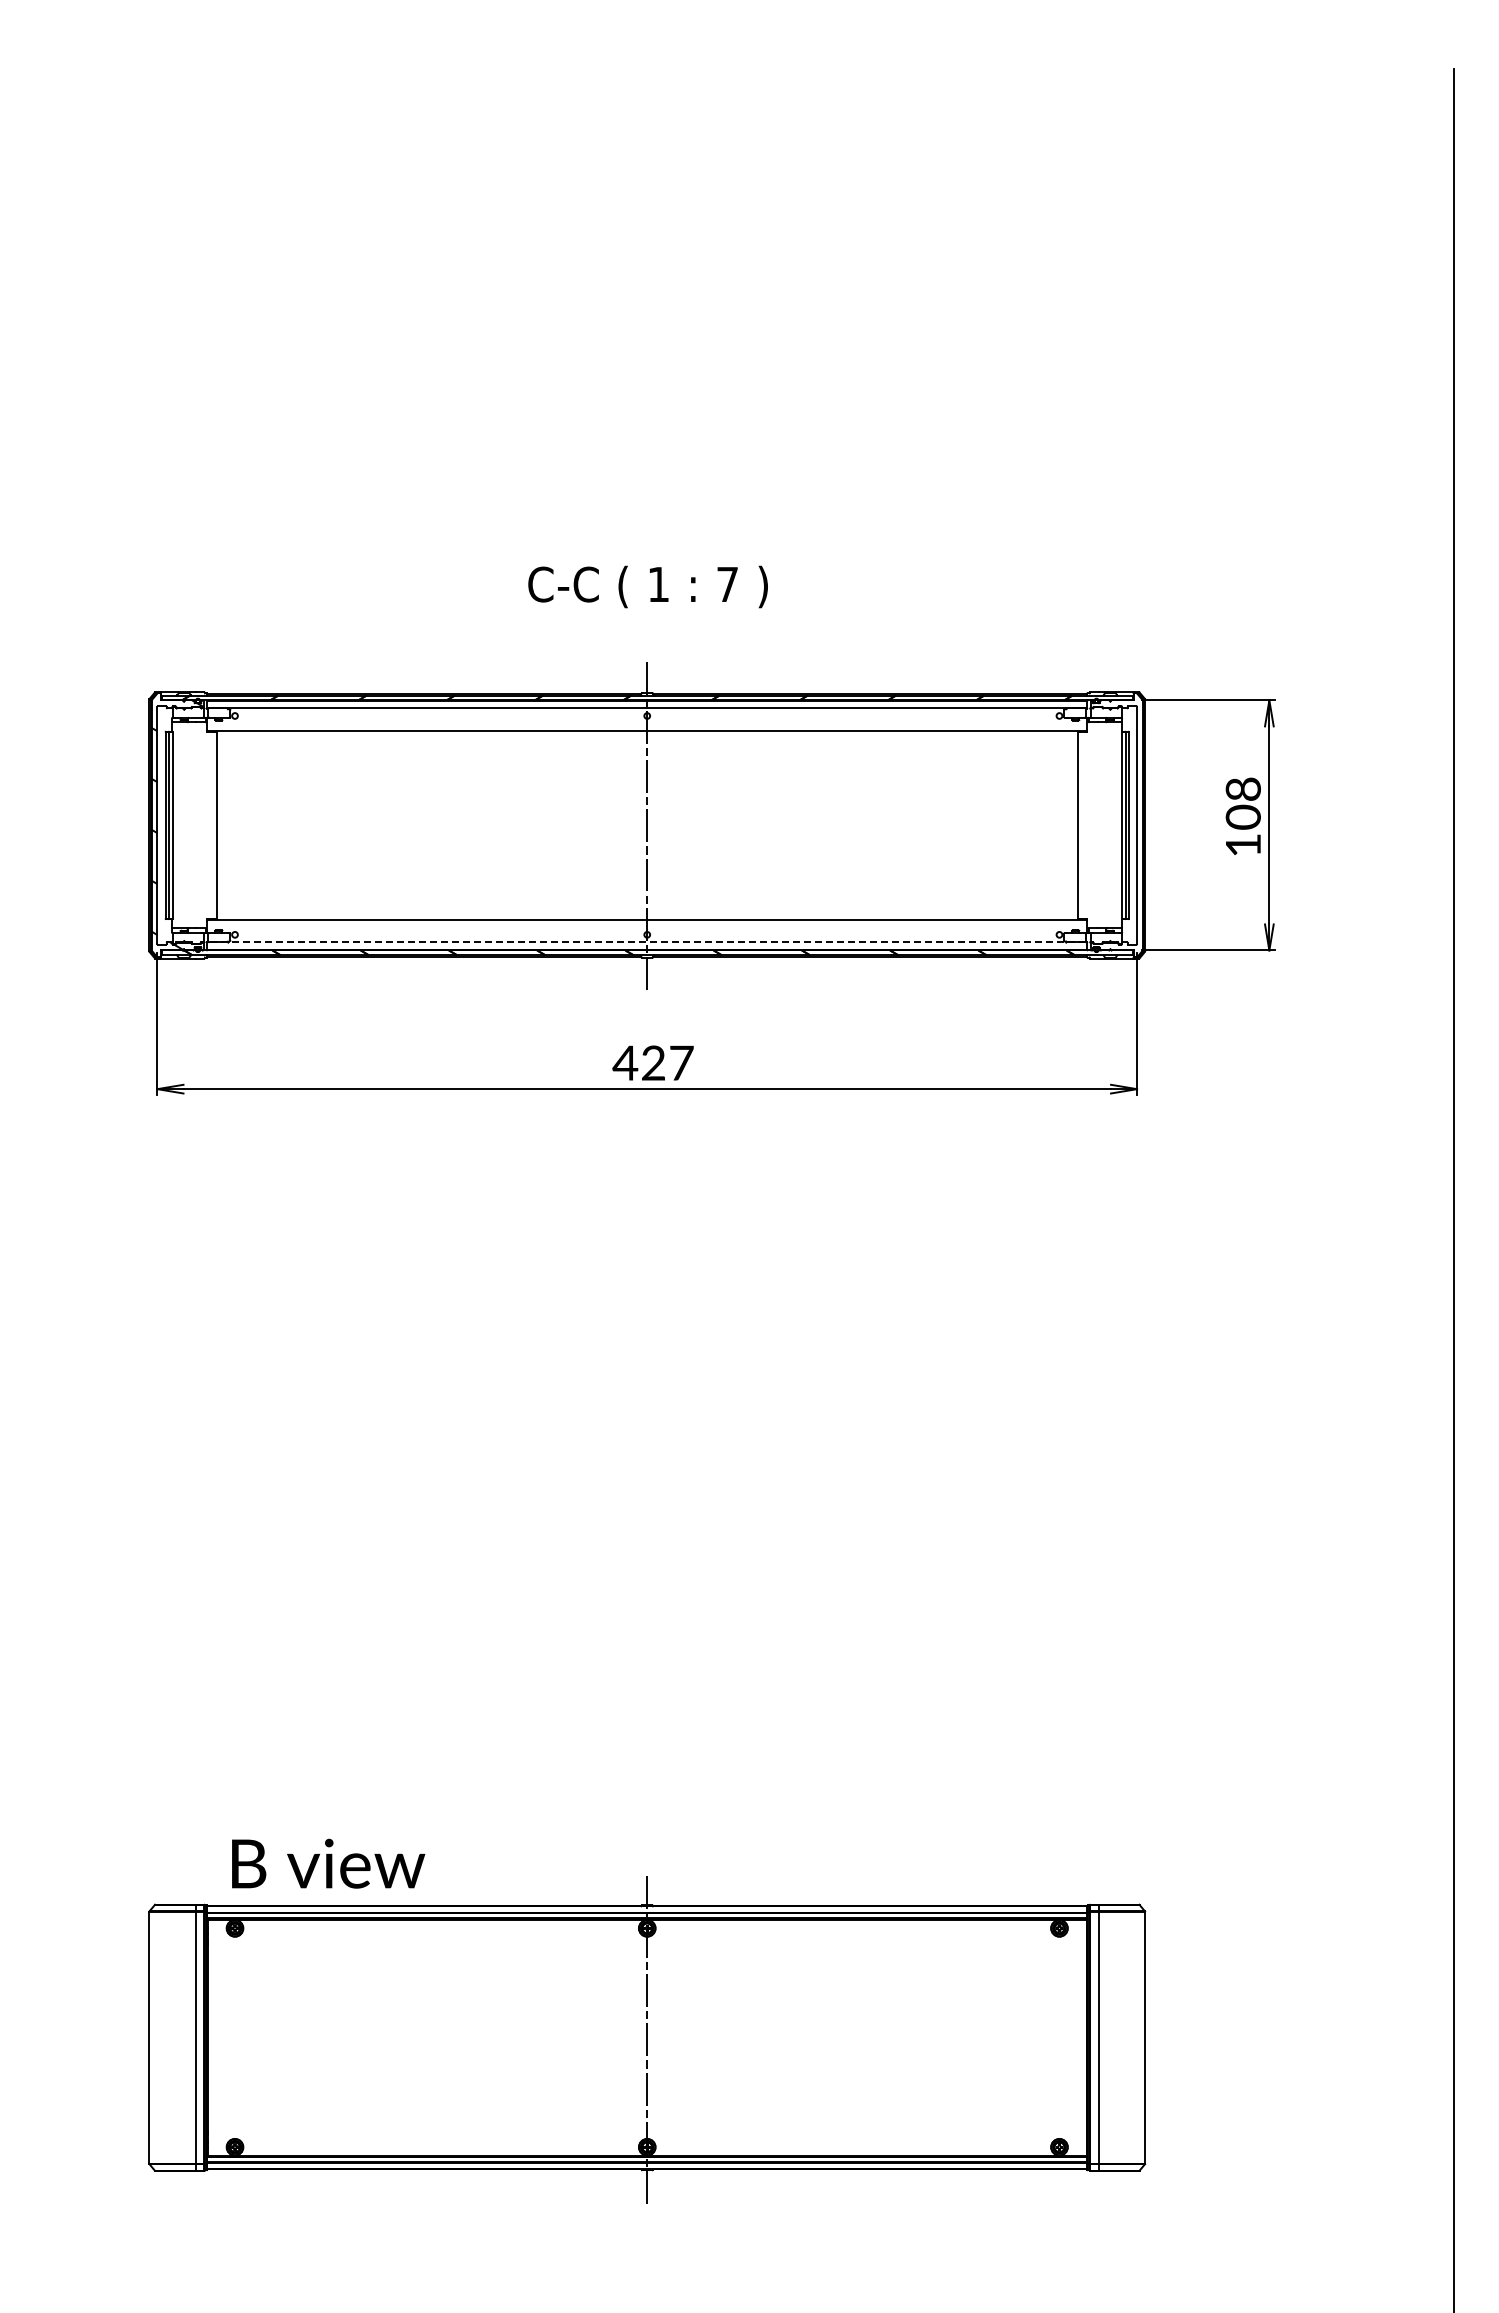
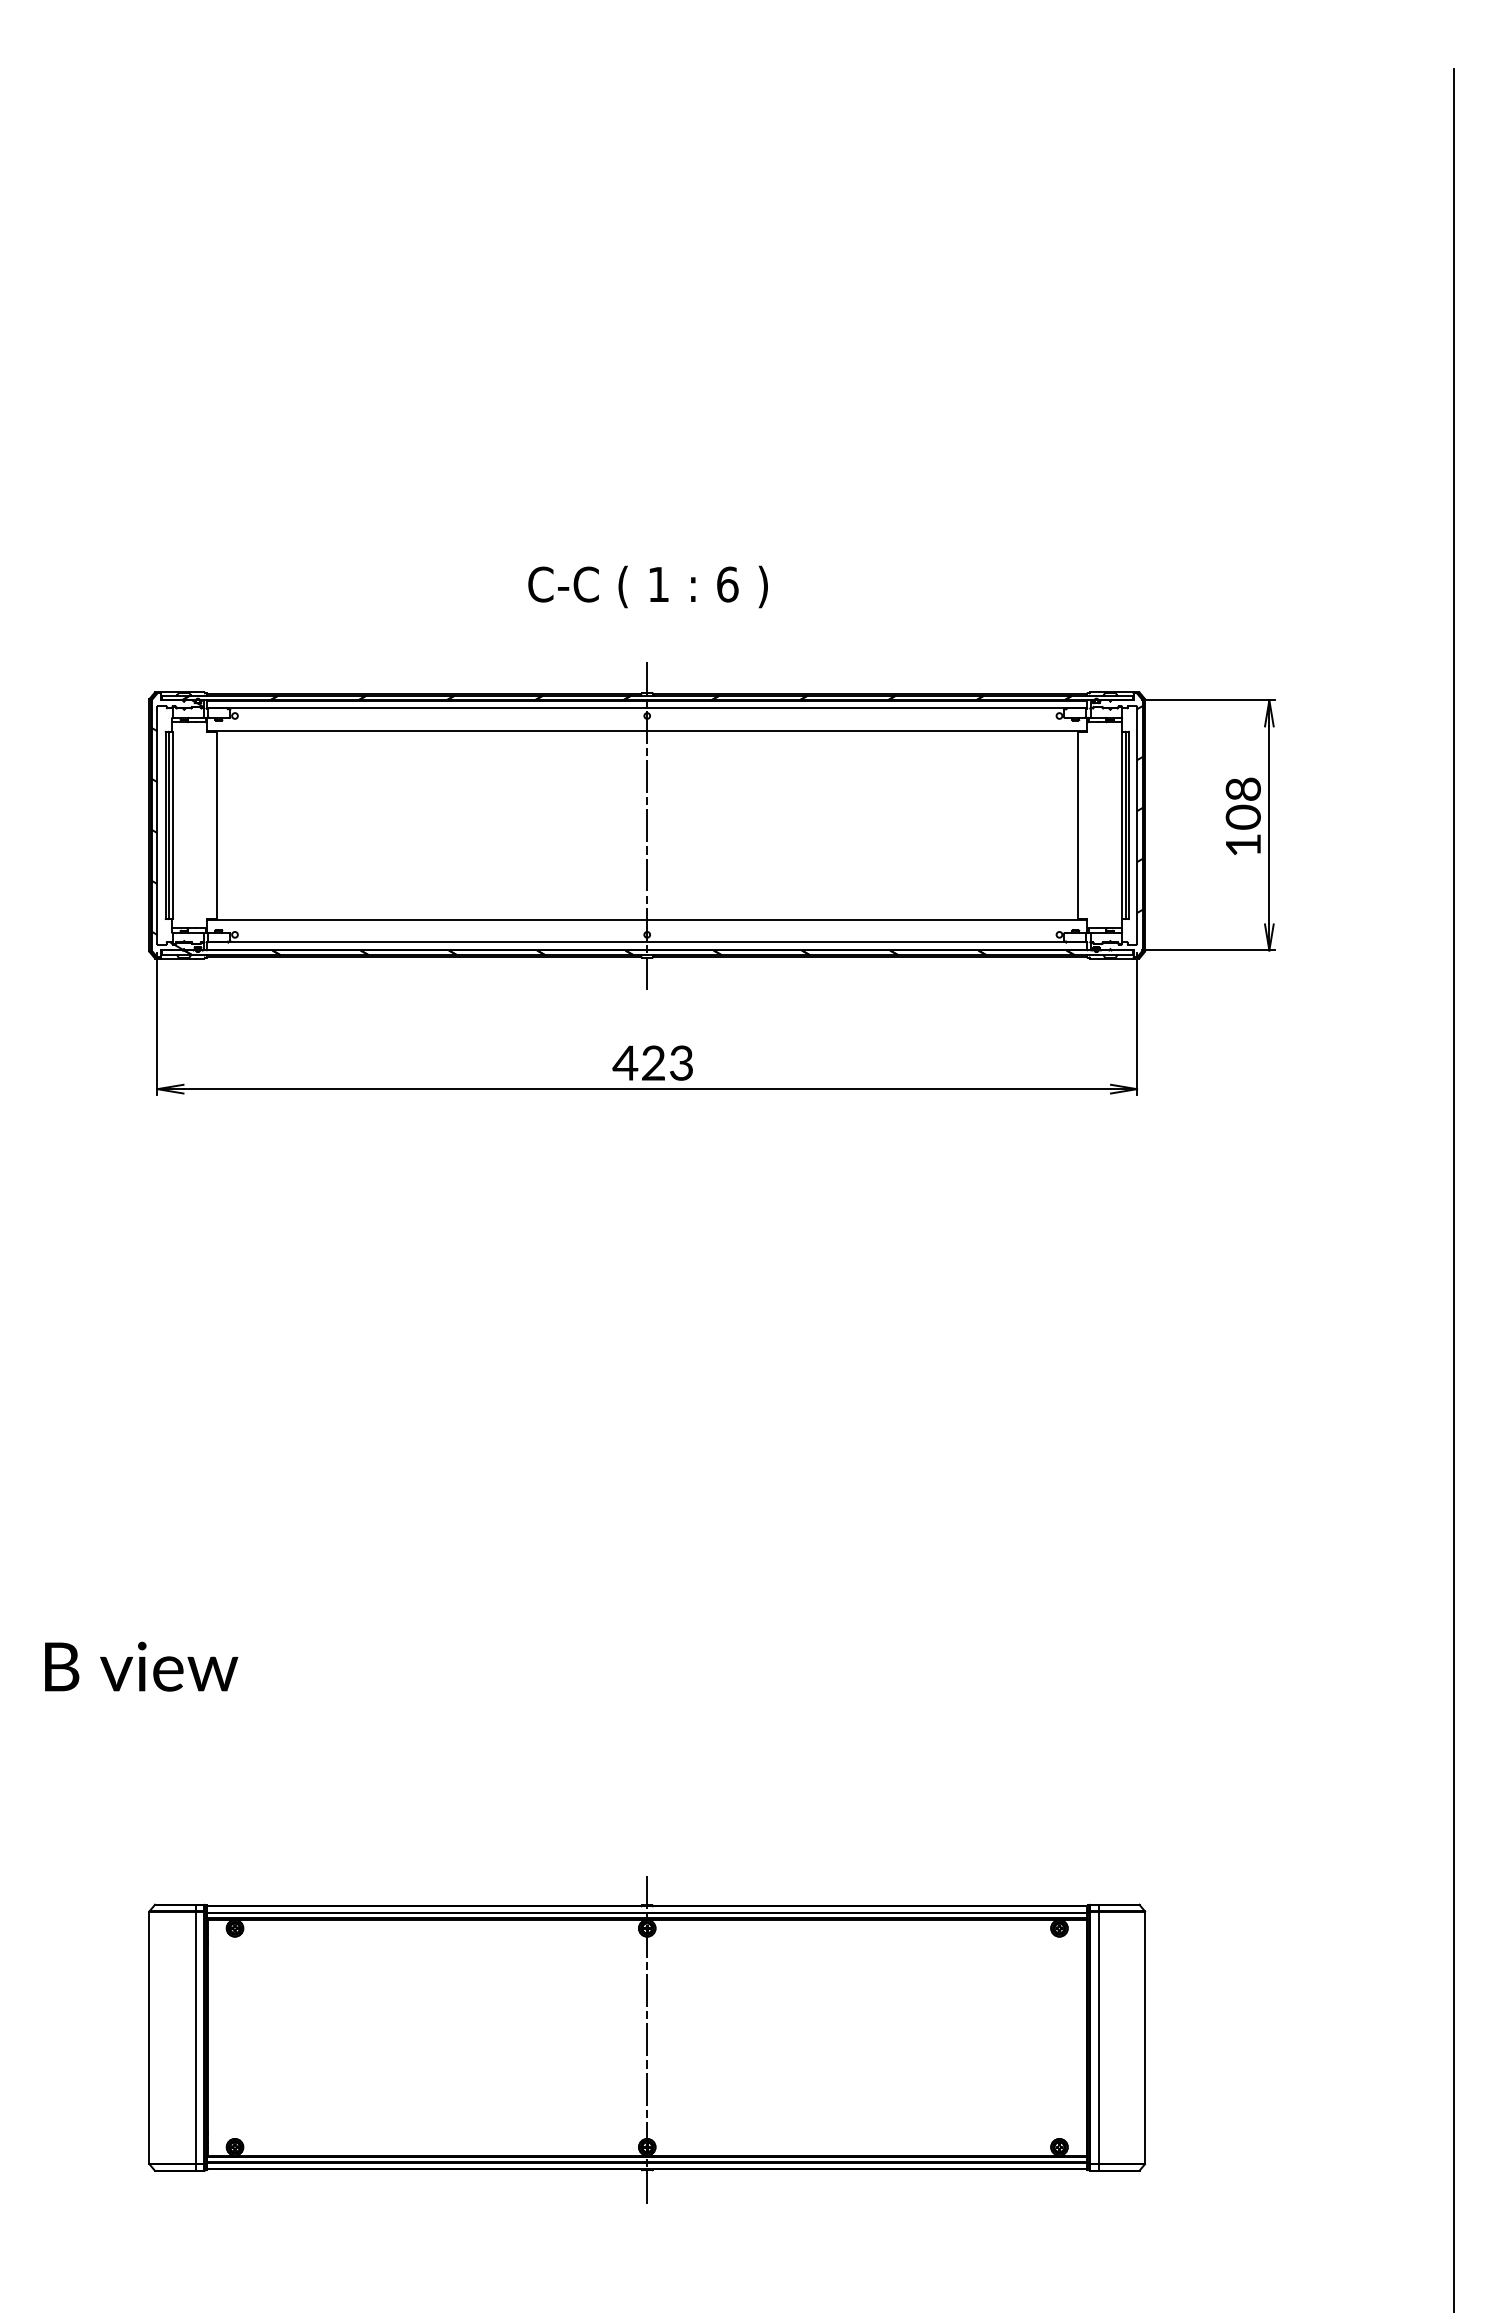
text at (727, 584): 7 -> 6
hatch at (1139, 809): none -> present
line at (646, 942): dashed -> solid
text at (681, 1062): 427 -> 423
text at (328, 1863) position: (328, 1863) -> (141, 1666)
